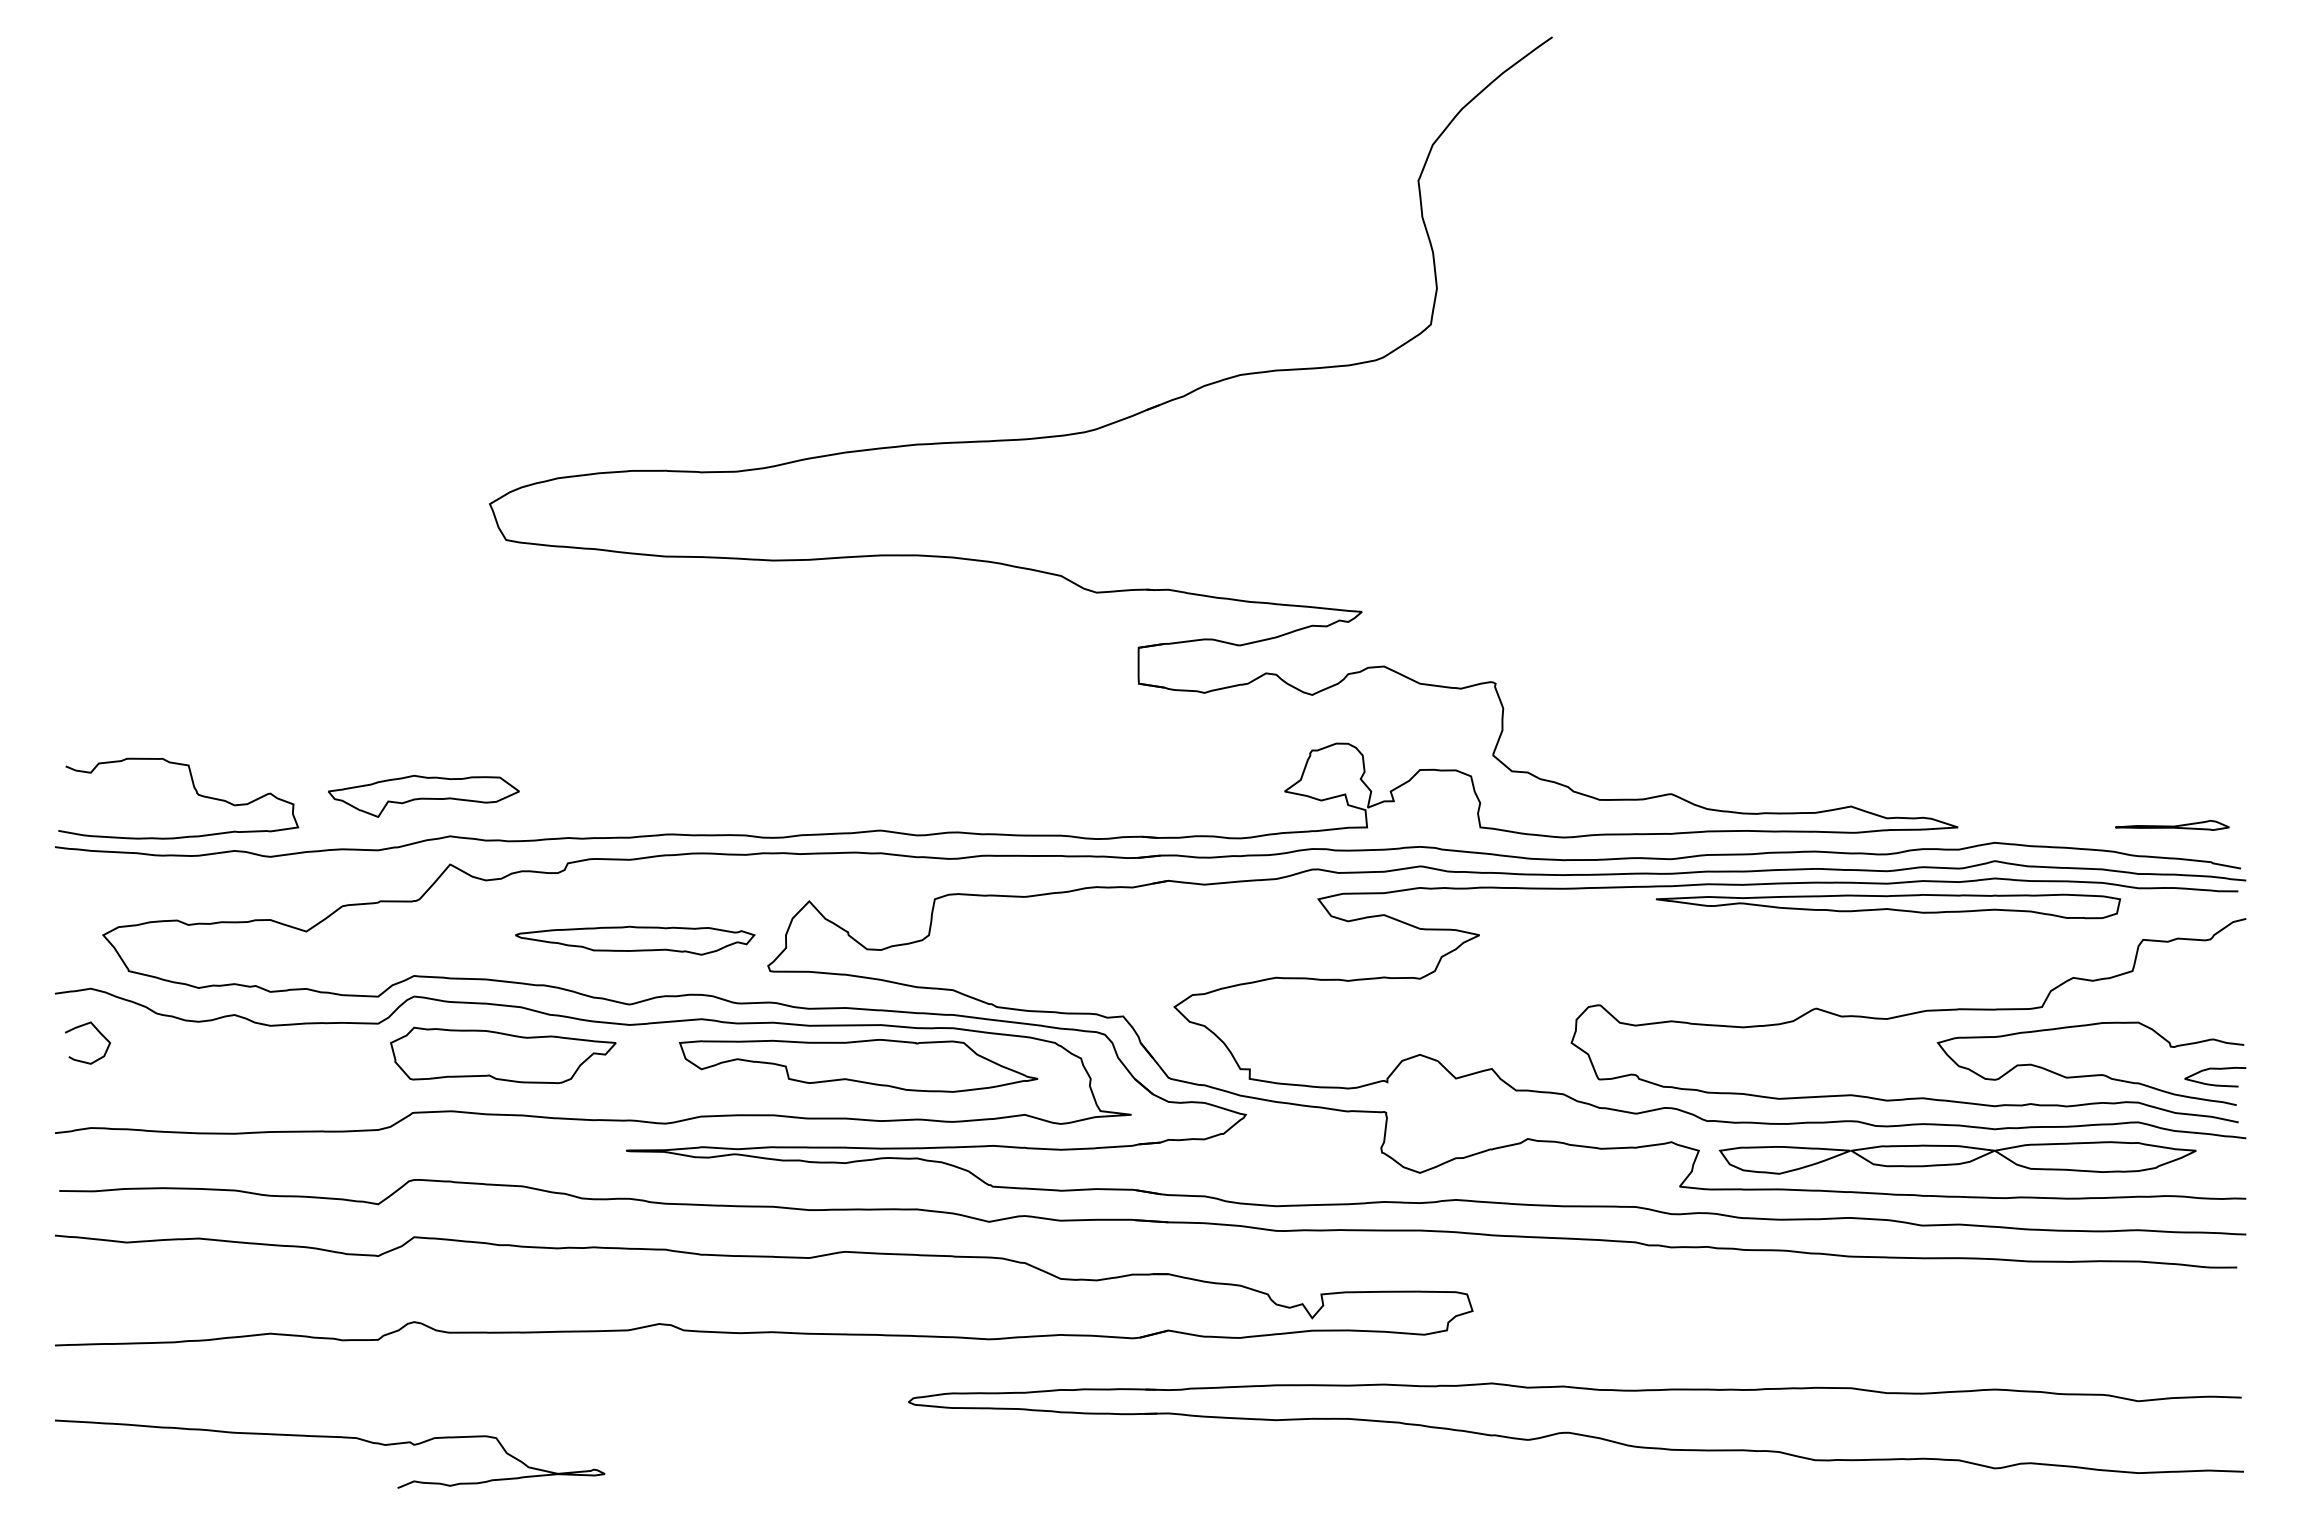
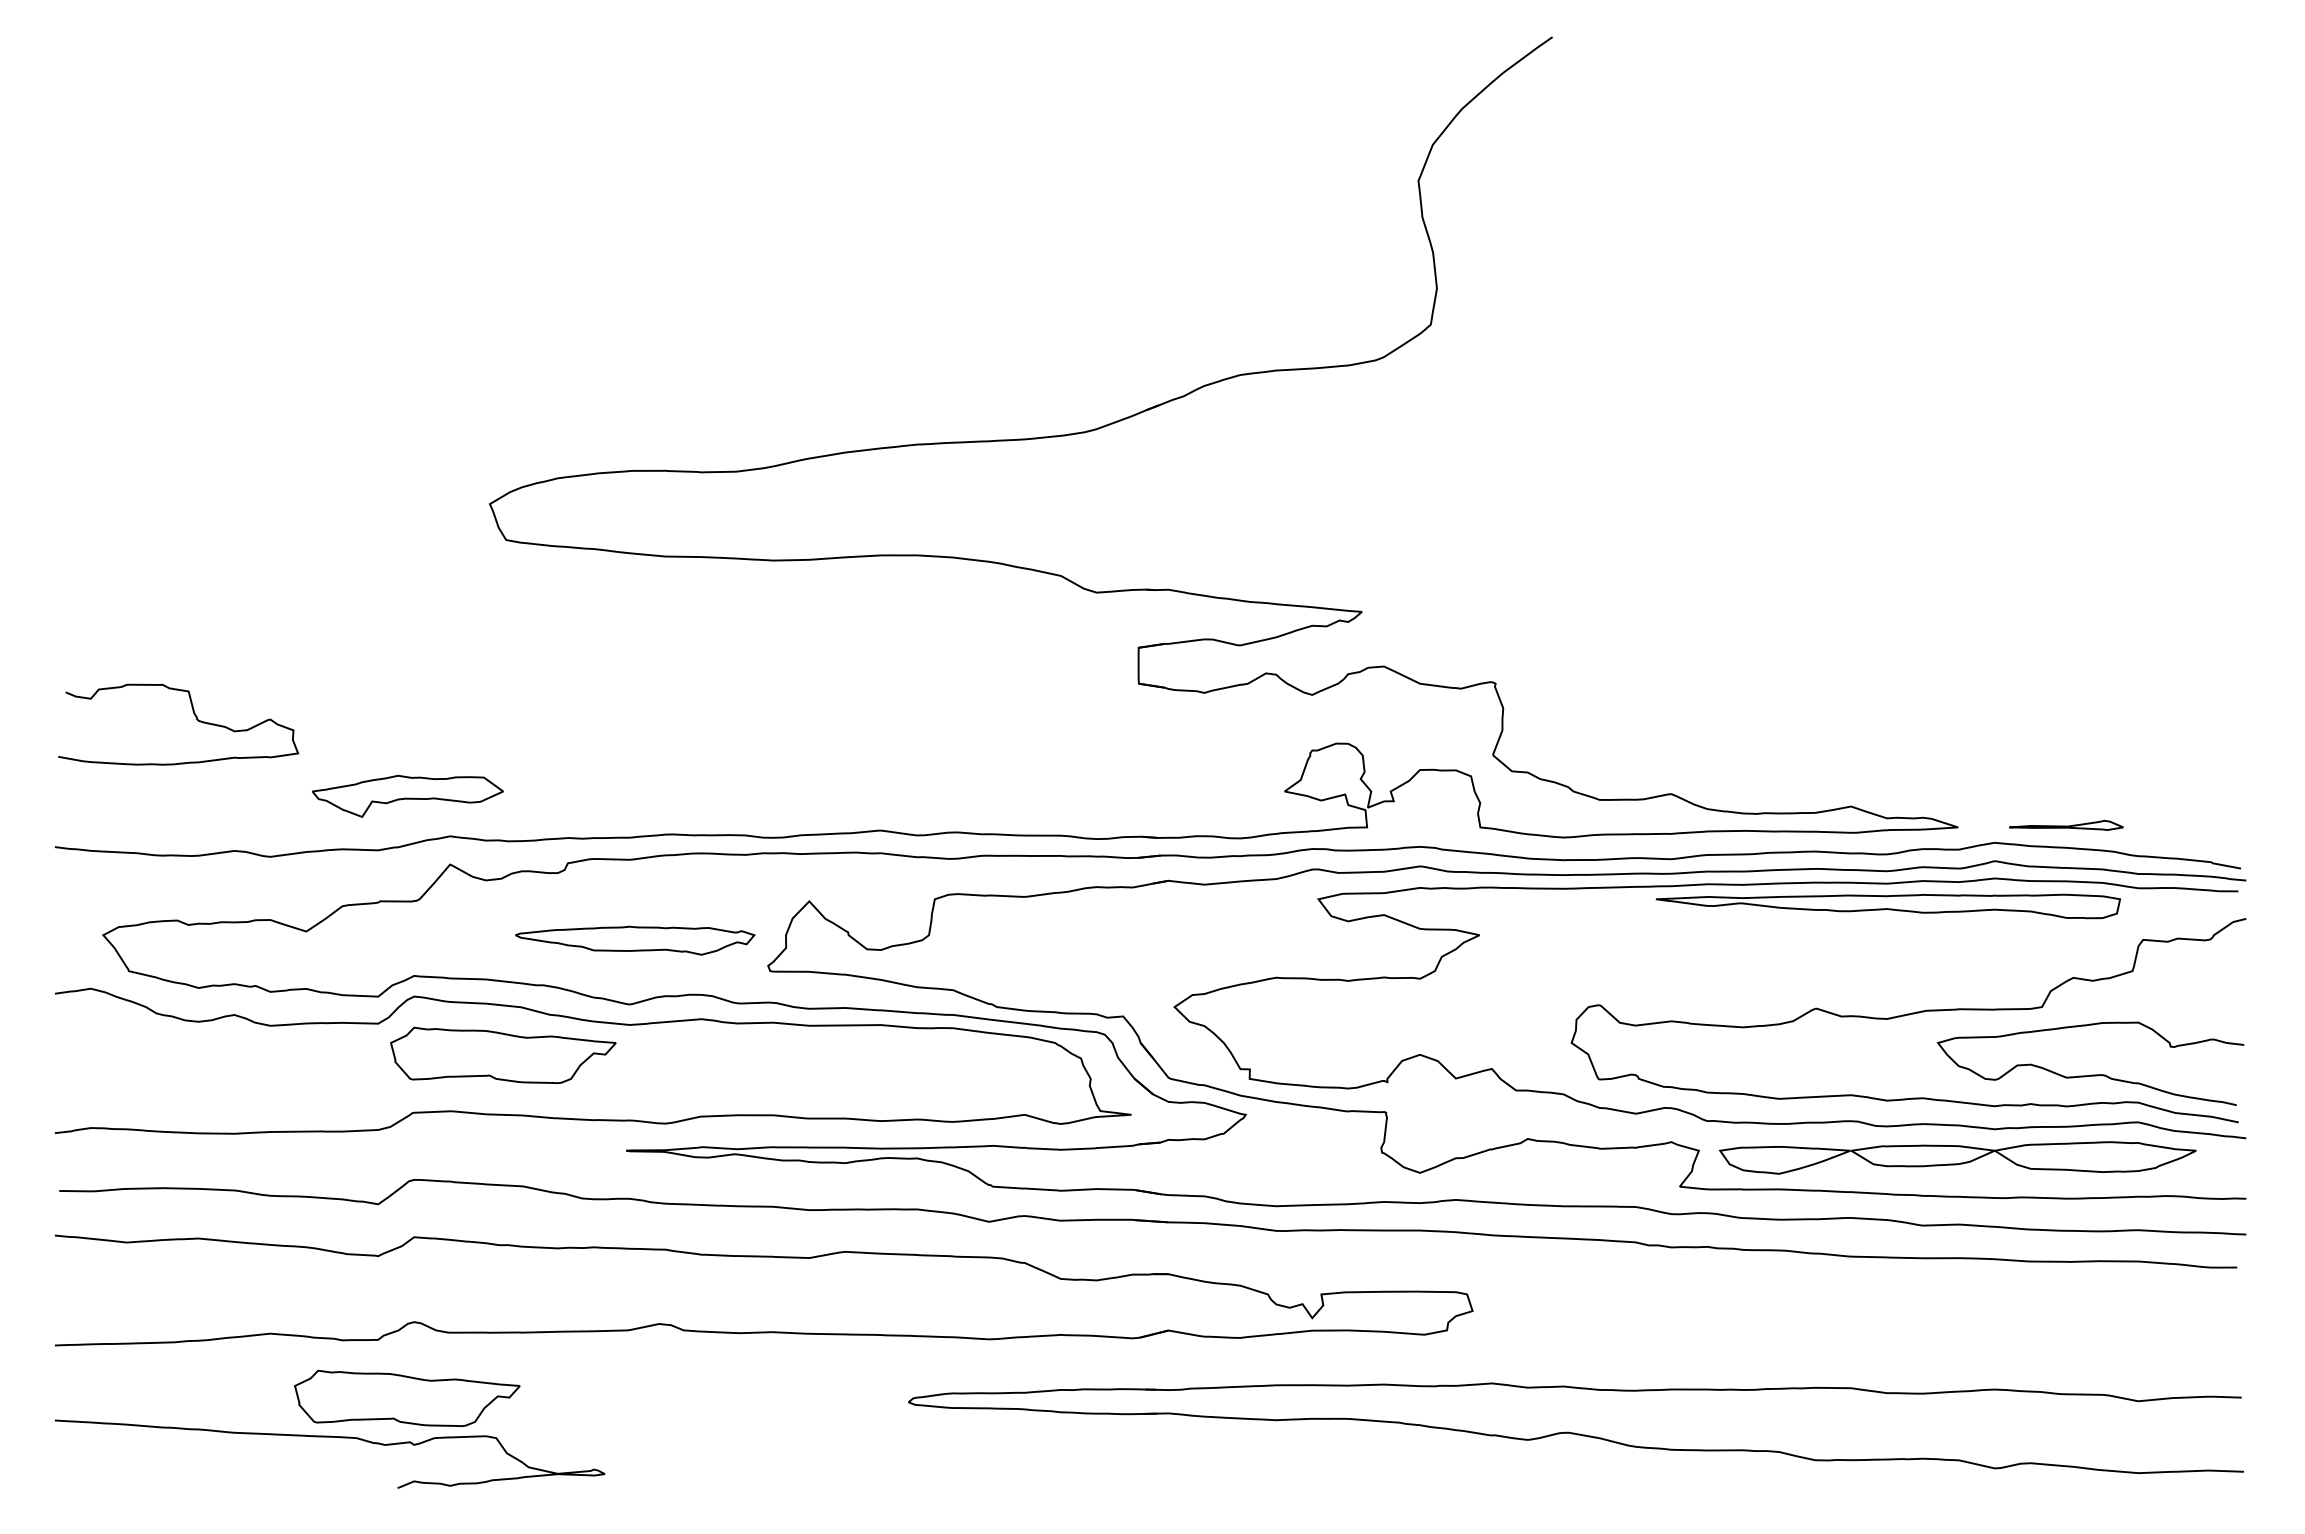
curve at (193, 788) position: (193, 788) -> (193, 714)
part at (423, 795) position: (423, 795) -> (407, 795)
part at (2172, 824) position: (2172, 824) -> (2066, 824)
curve at (97, 1031): present -> none
part at (858, 1065): present -> none
curve at (2215, 1084): present -> none
part at (407, 1398): none -> present
